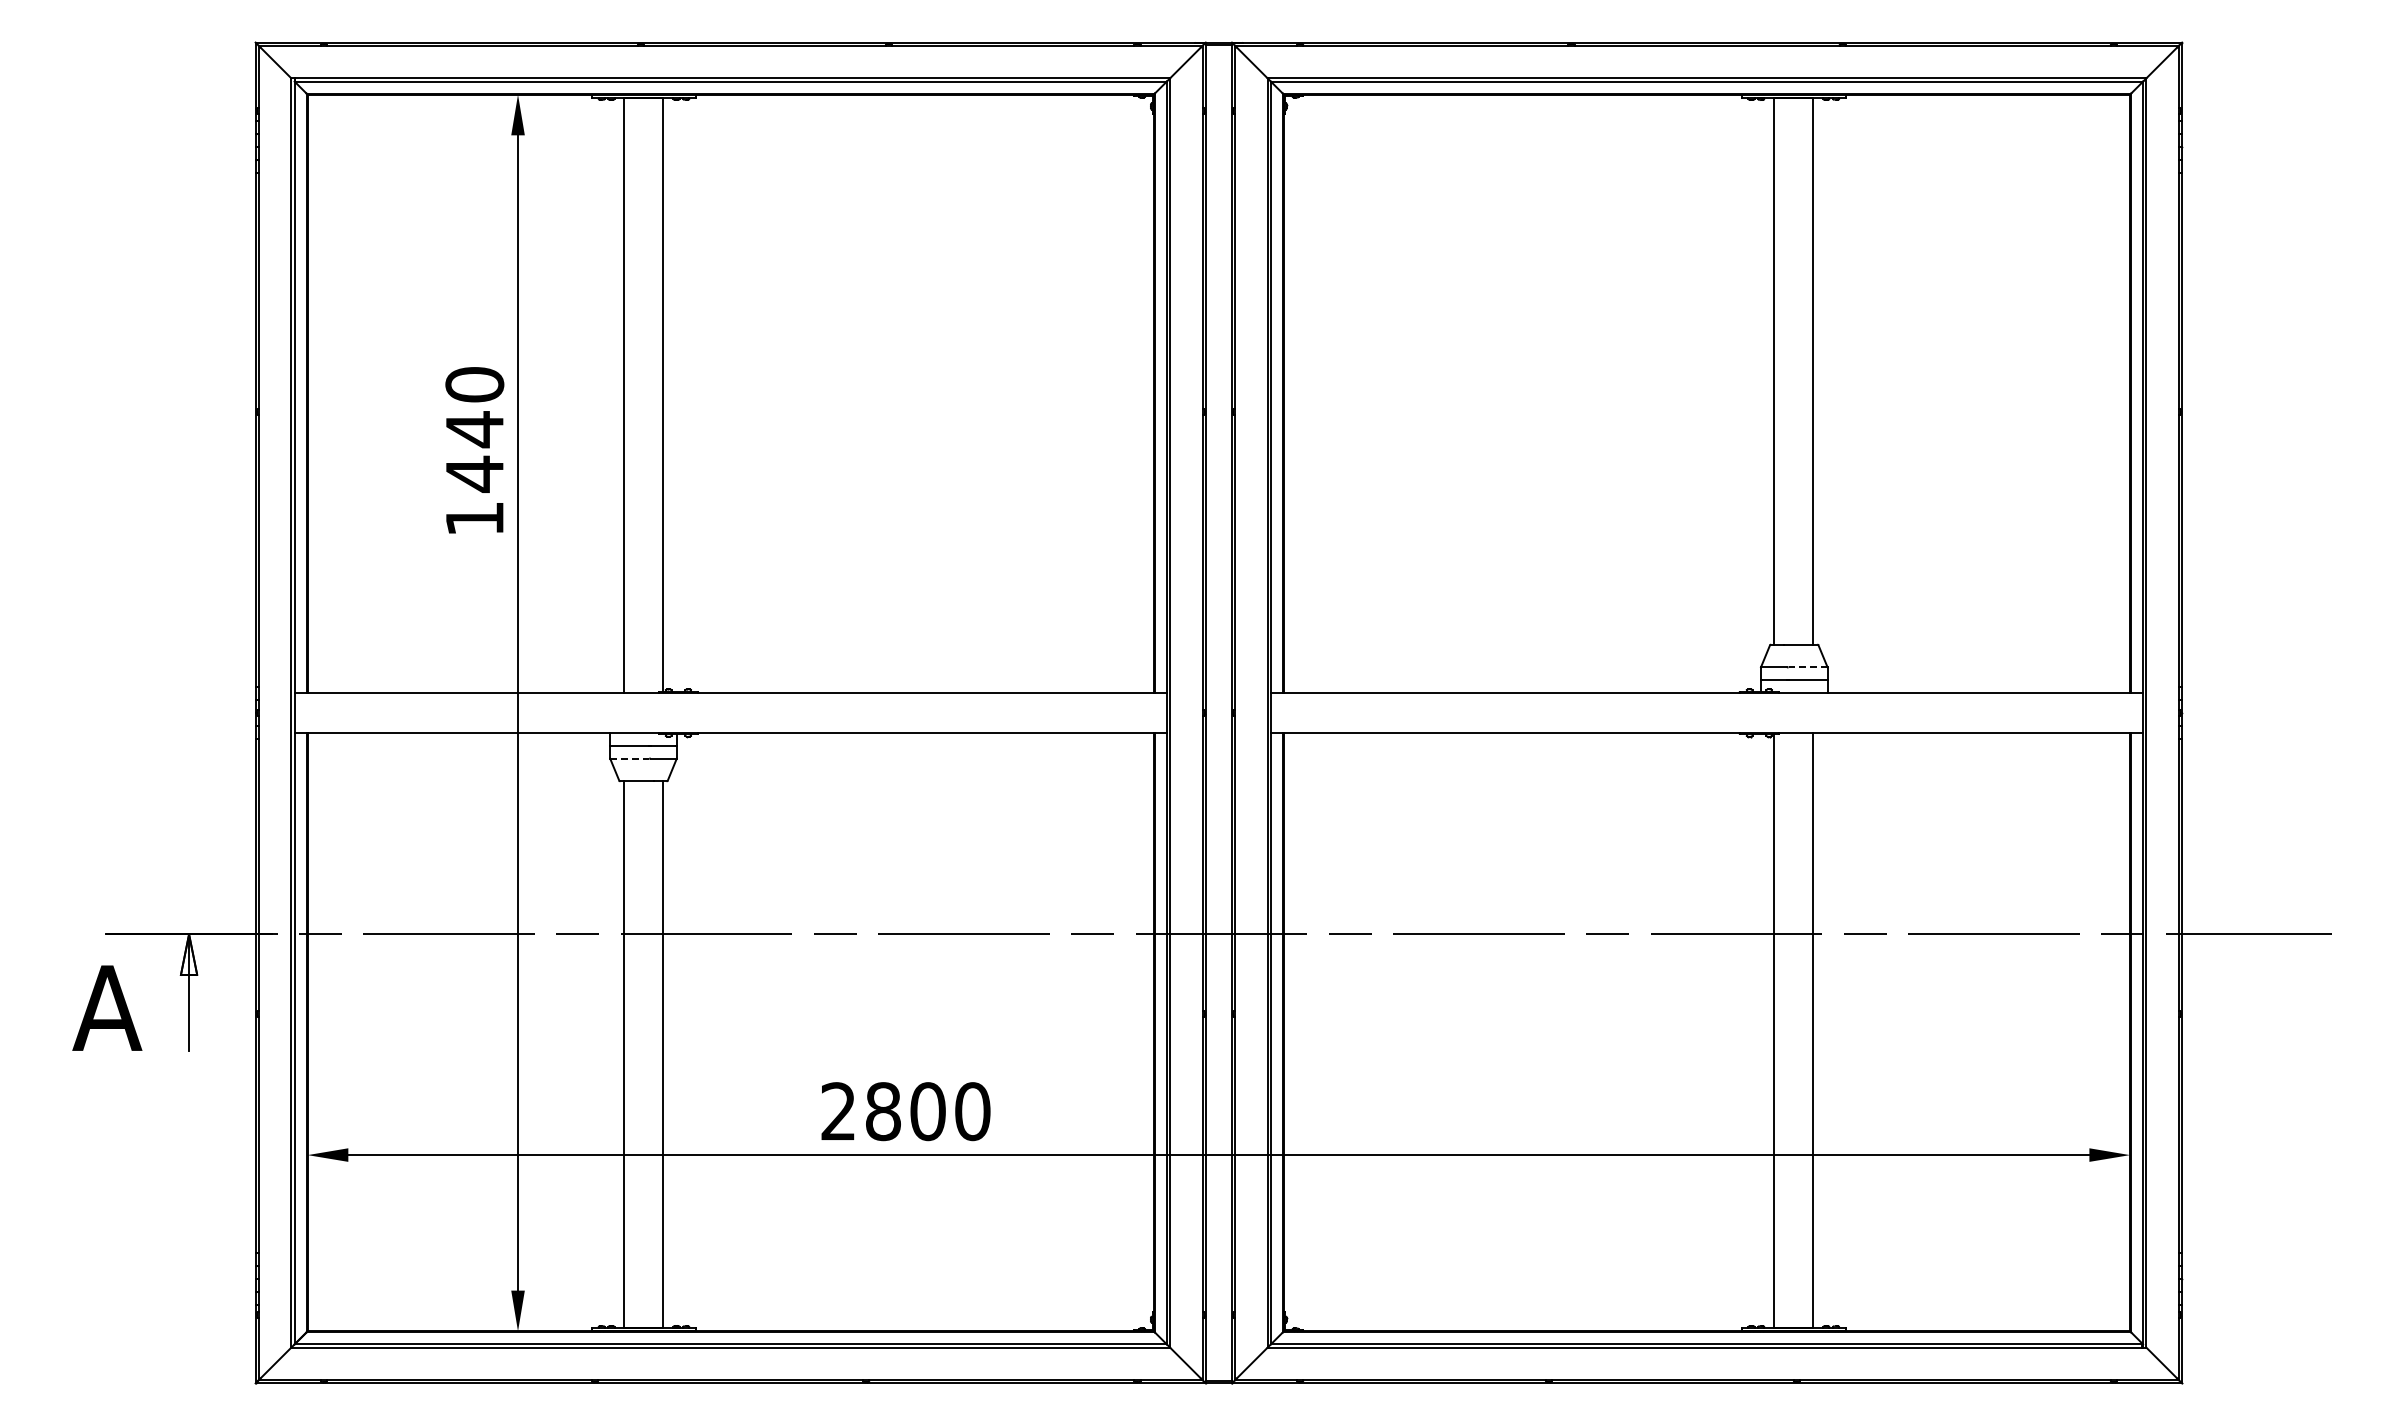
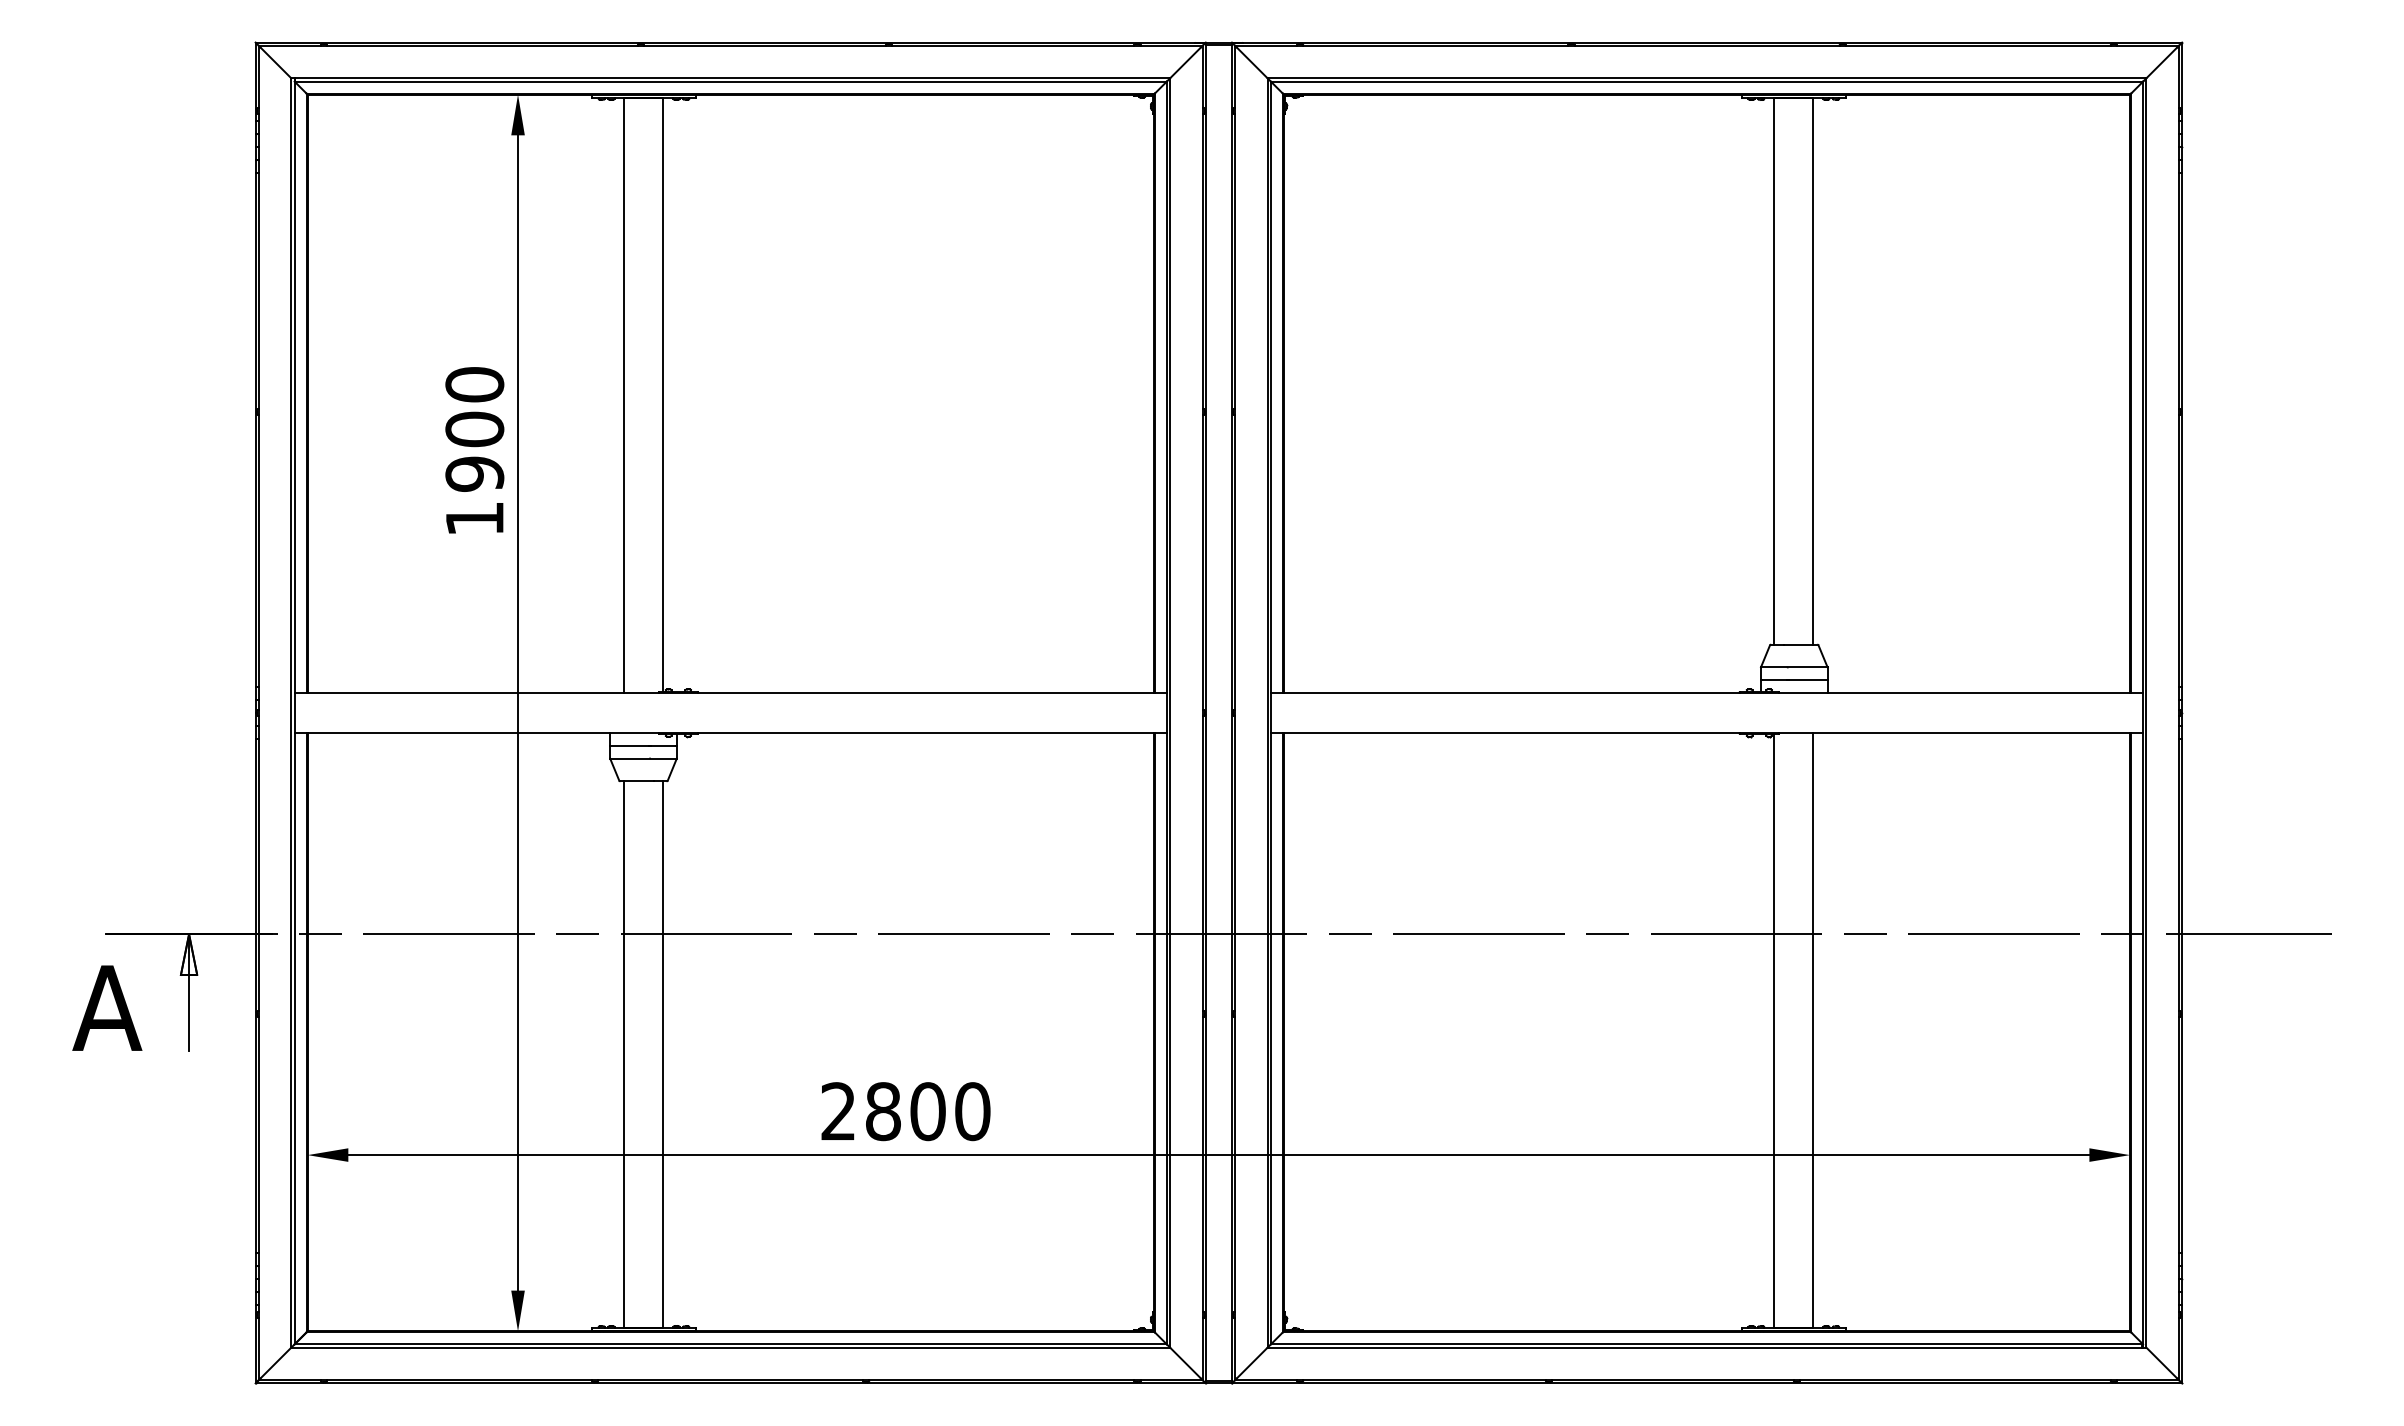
text at (474, 451): 1440 -> 1900
line at (1807, 667): dashed -> solid
line at (630, 758): dashed -> solid
